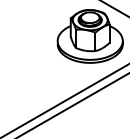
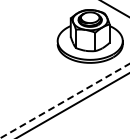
line at (65, 101): solid -> dashed
